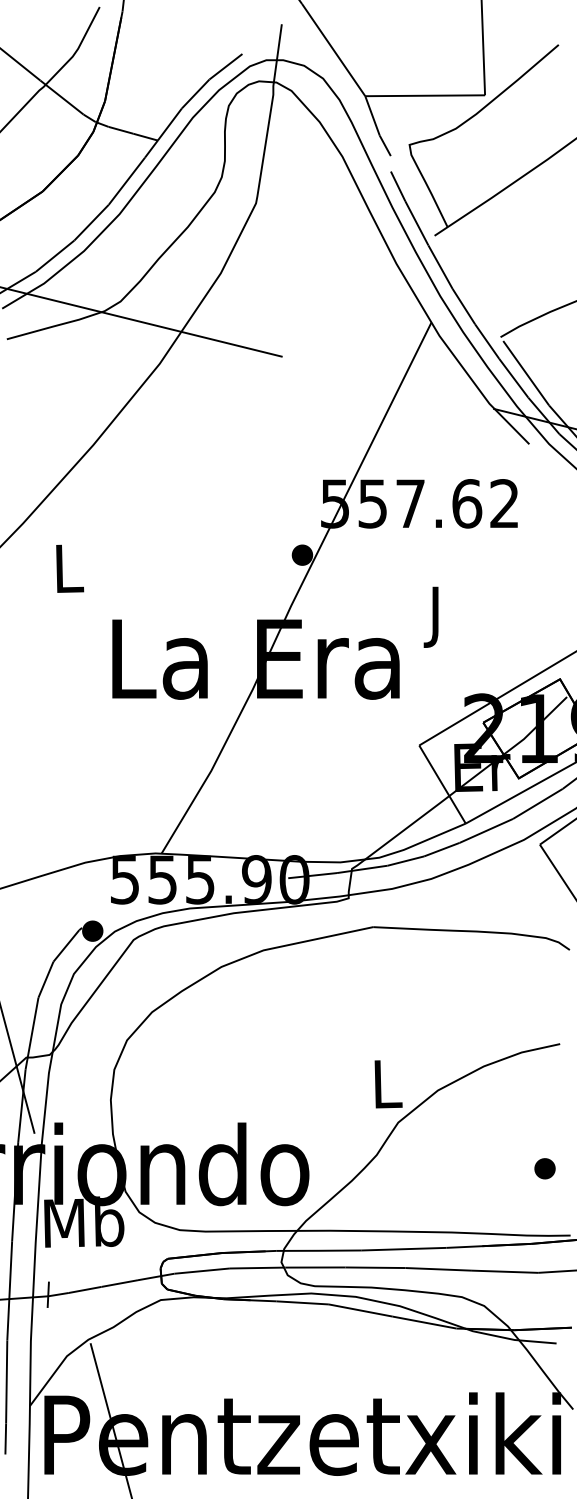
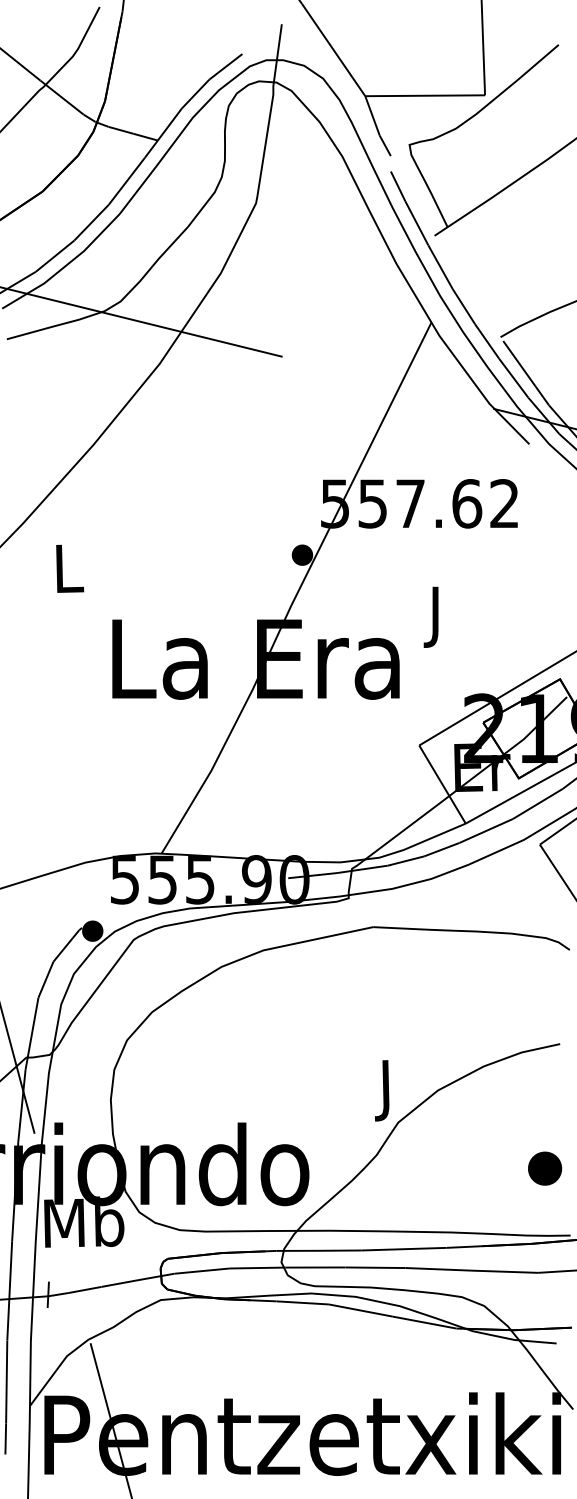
text at (388, 1090): L -> J
part at (544, 1168) size: 22x22 px -> 35x35 px
